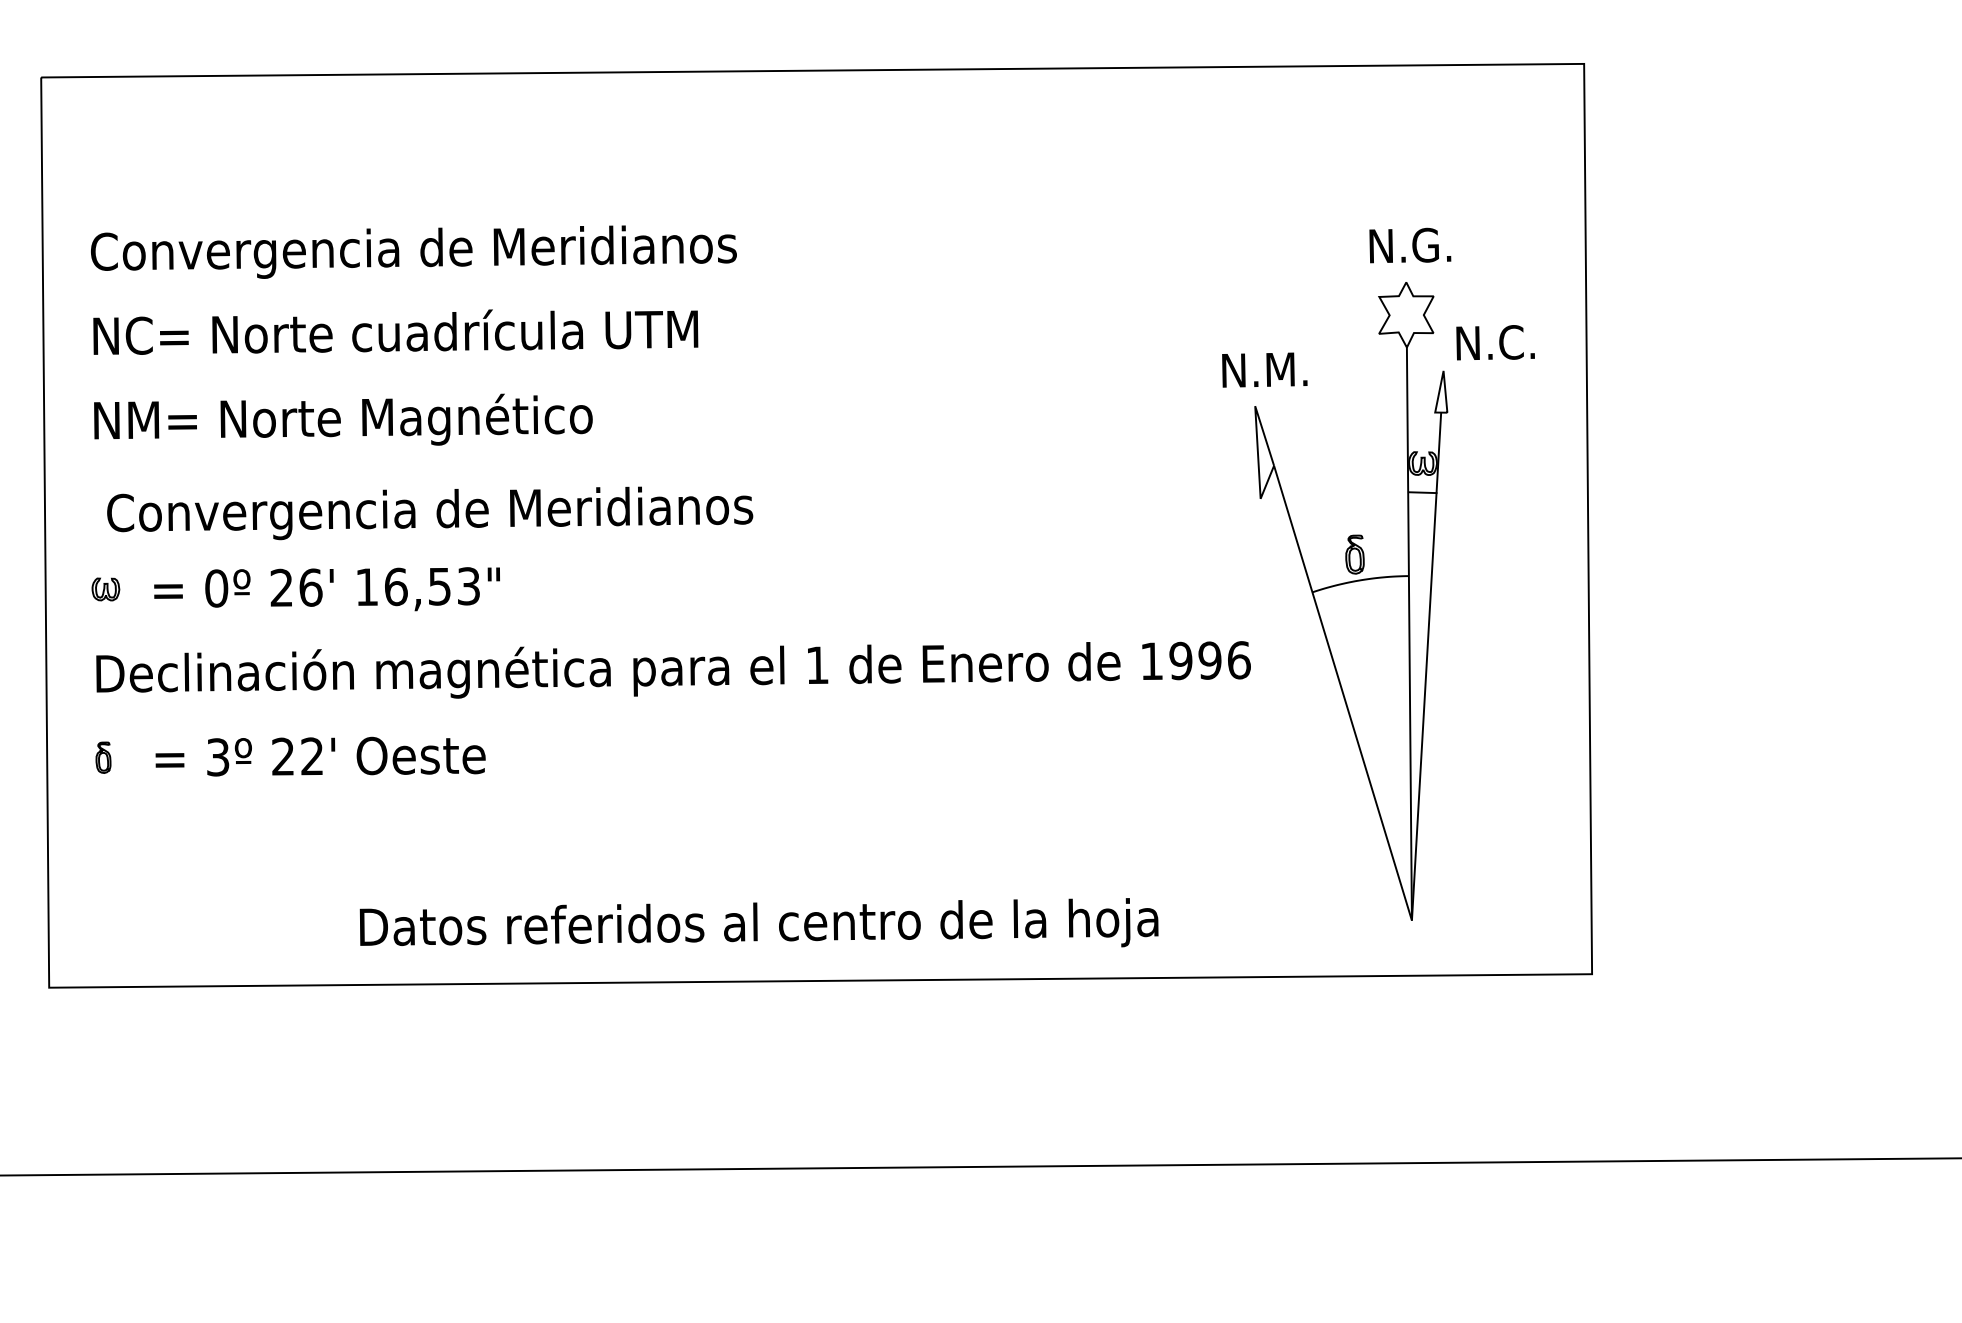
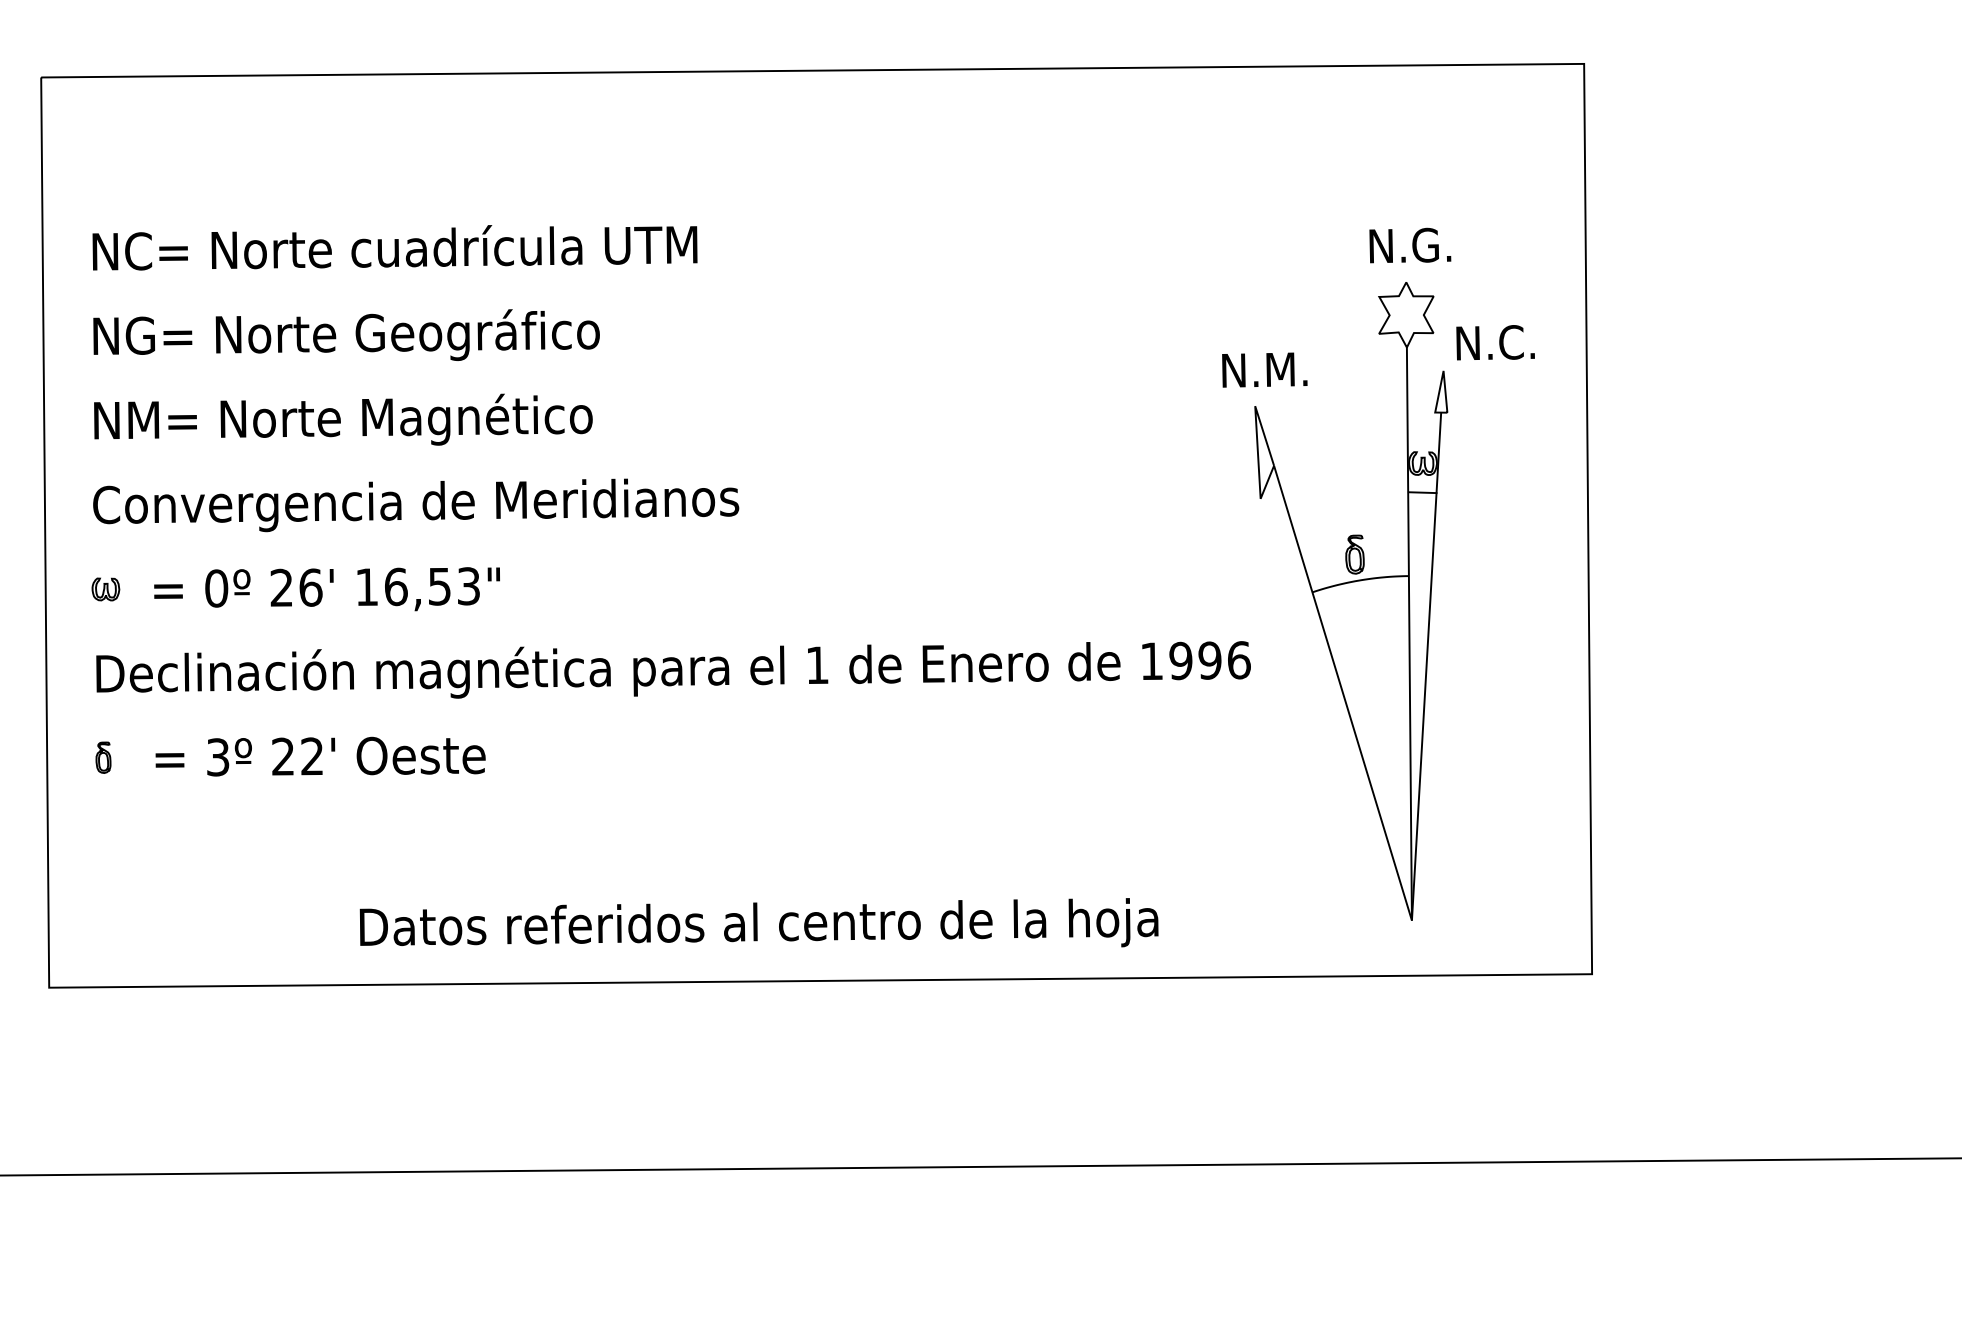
text at (413, 251): Convergencia de Meridianos -> NC= Norte cuadrícula UTM
text at (420, 335): NC= Norte cuadrícula UTM -> NG= Norte Geográfico
text at (430, 513) position: (430, 513) -> (416, 505)
